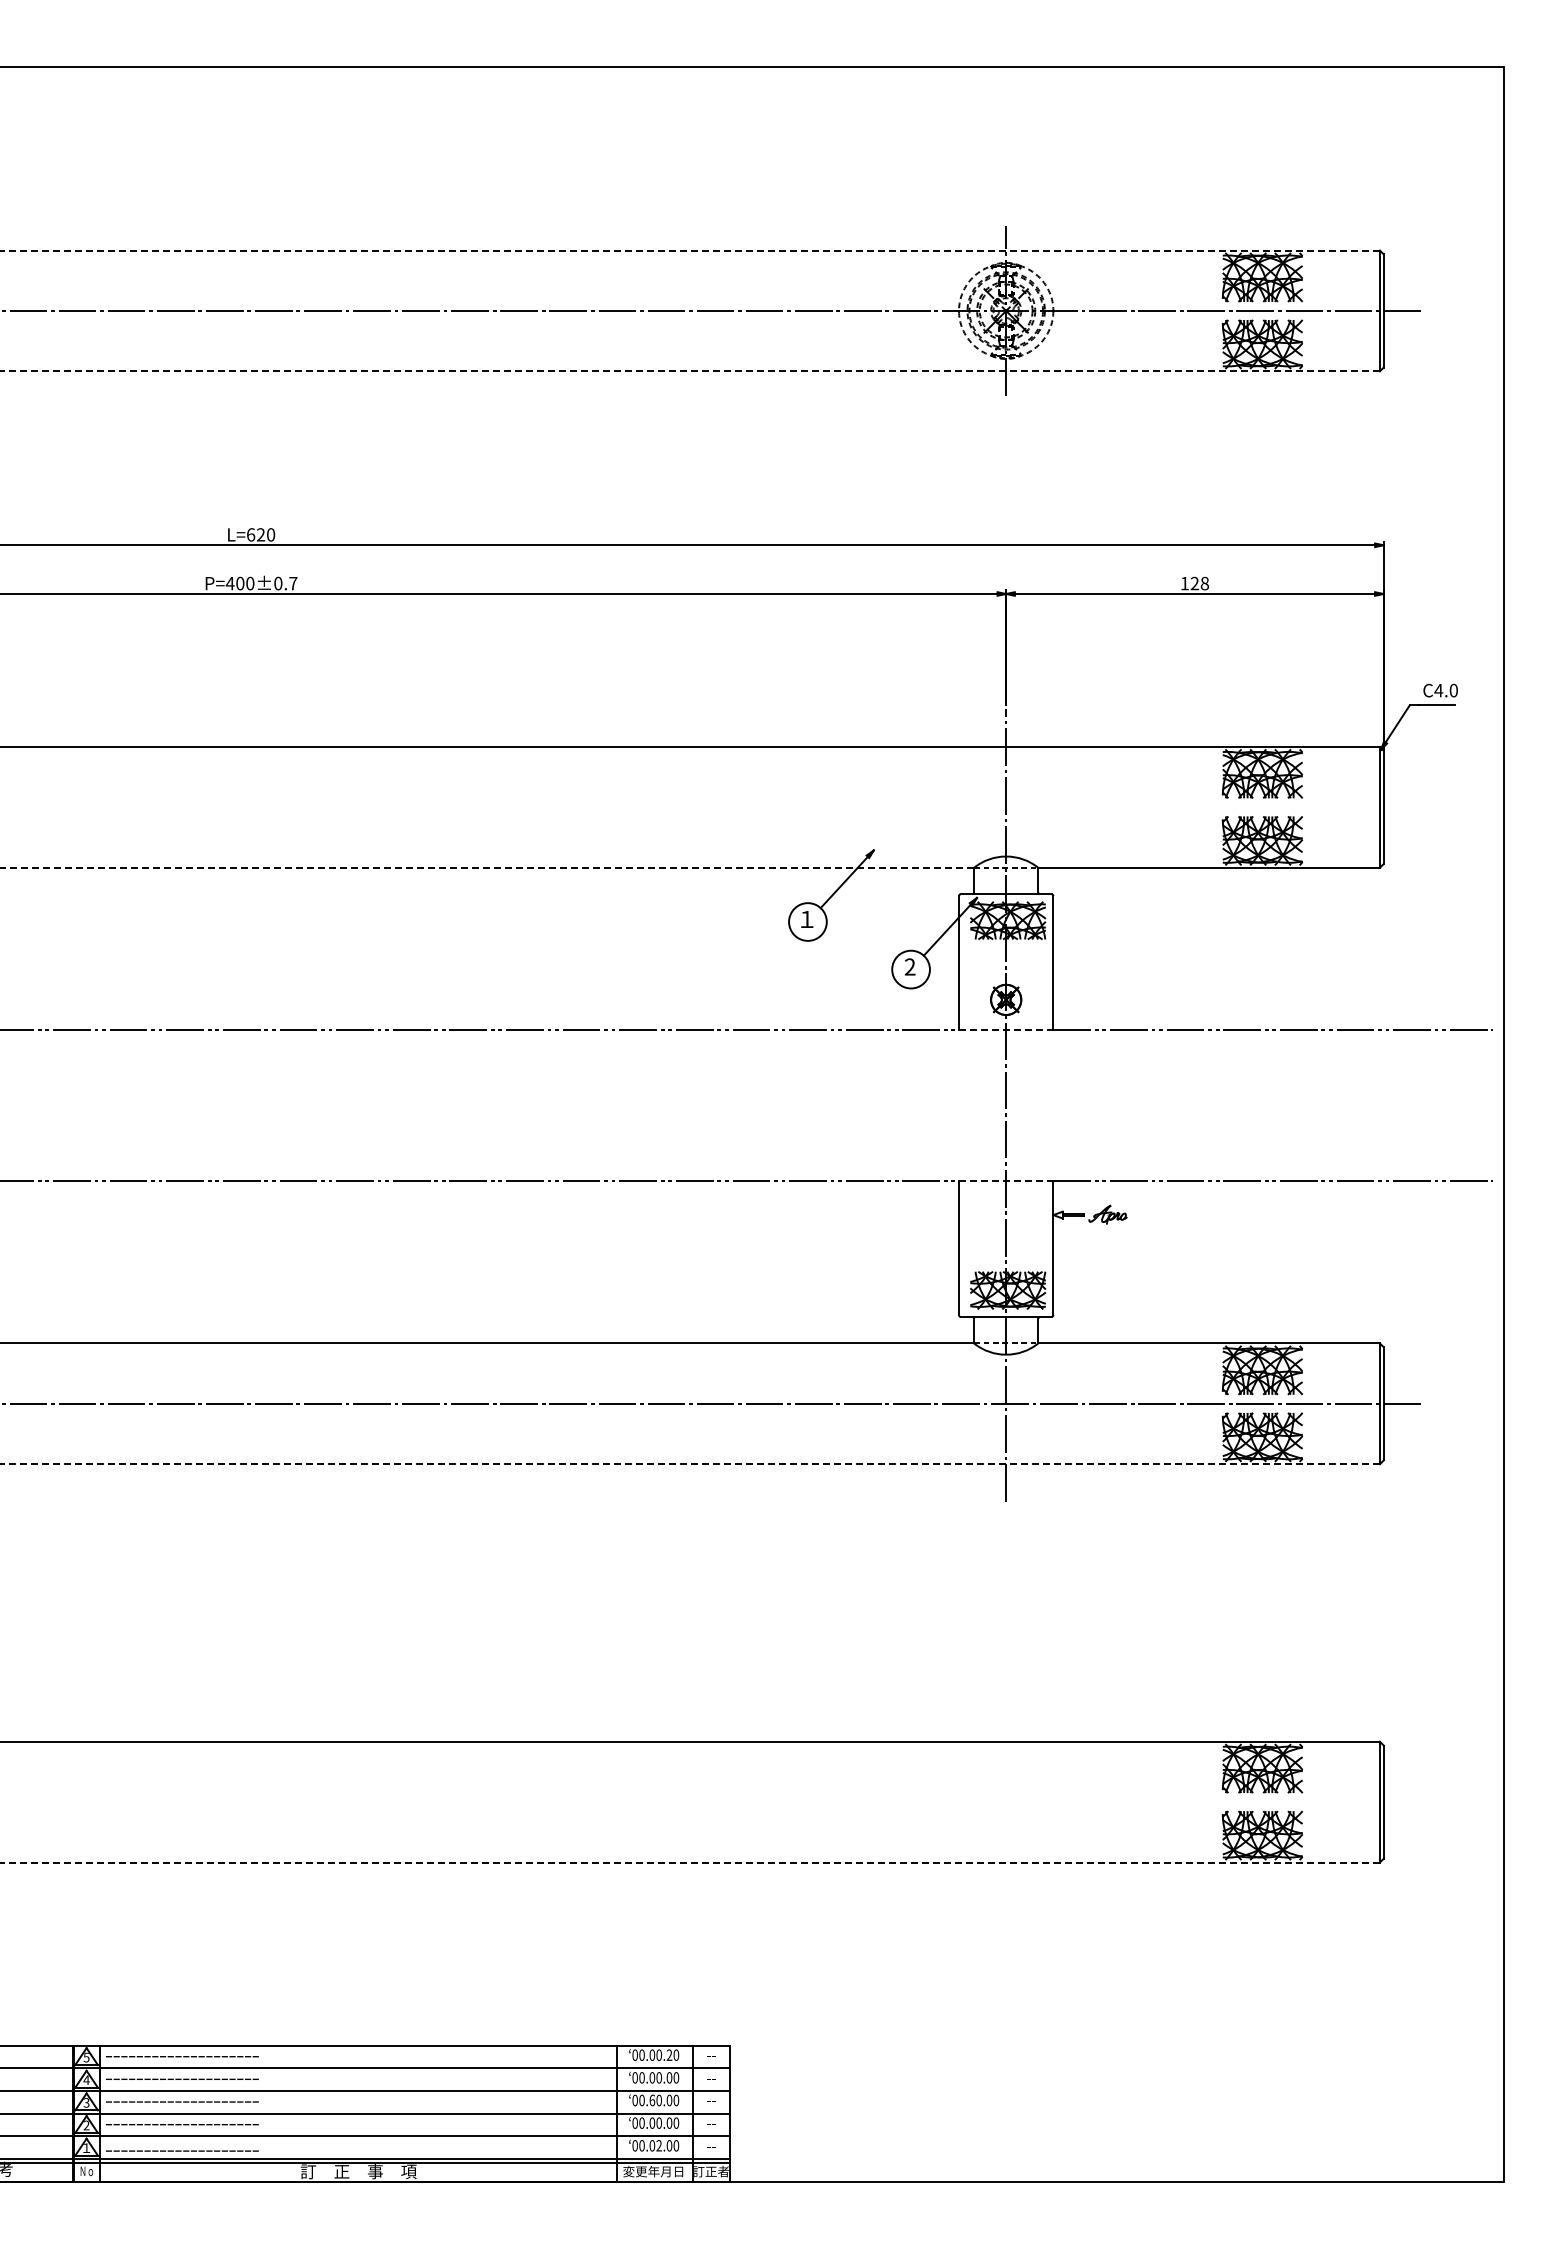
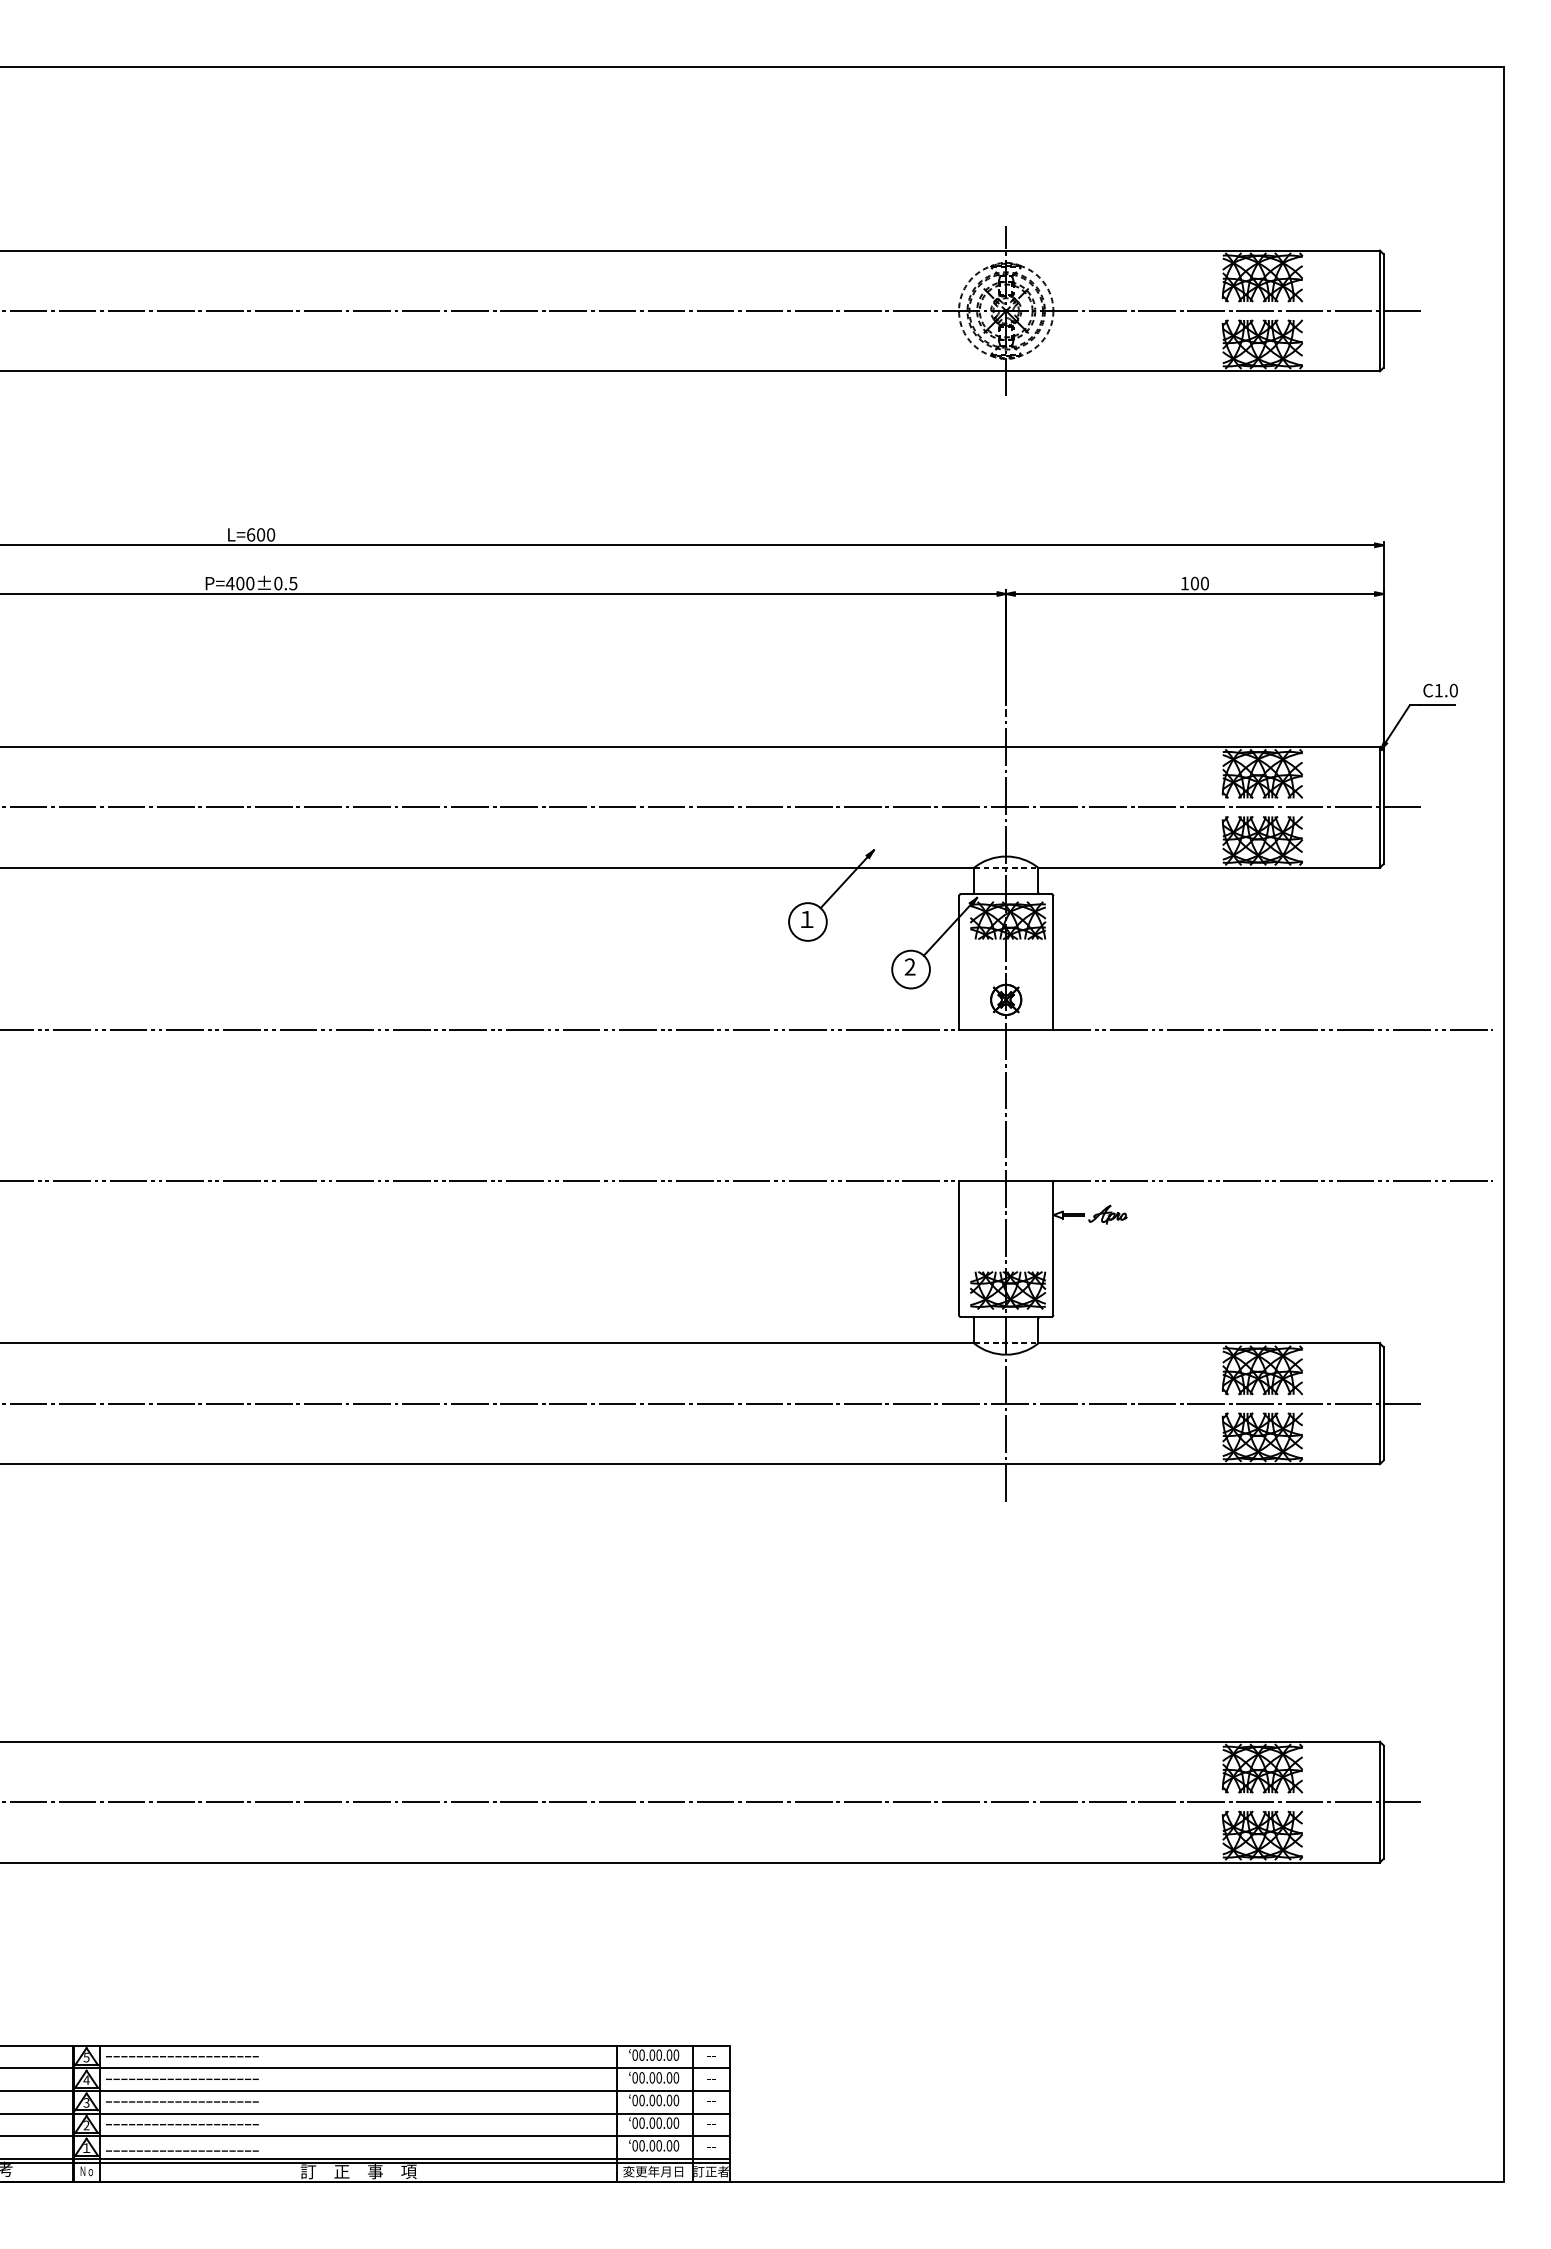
line at (690, 250): dashed -> solid
line at (690, 371): dashed -> solid
text at (261, 534): L=620 -> L=600
text at (293, 583): P=400±0.7 -> P=400±0.5
text at (1199, 583): 128 -> 100
text at (1438, 690): C4.0 -> C1.0
line at (711, 807): none -> present
line at (487, 867): dashed -> solid
line at (1006, 1030): dashed -> solid
line at (1006, 1181): dashed -> solid
line at (690, 1464): dashed -> solid
line at (711, 1802): none -> present
line at (690, 1862): dashed -> solid
text at (669, 2054): 00.00.20 -> 00.00.00
text at (652, 2099): 00.60.00 -> 00.00.00
text at (658, 2145): 00.02.00 -> 00.00.00
